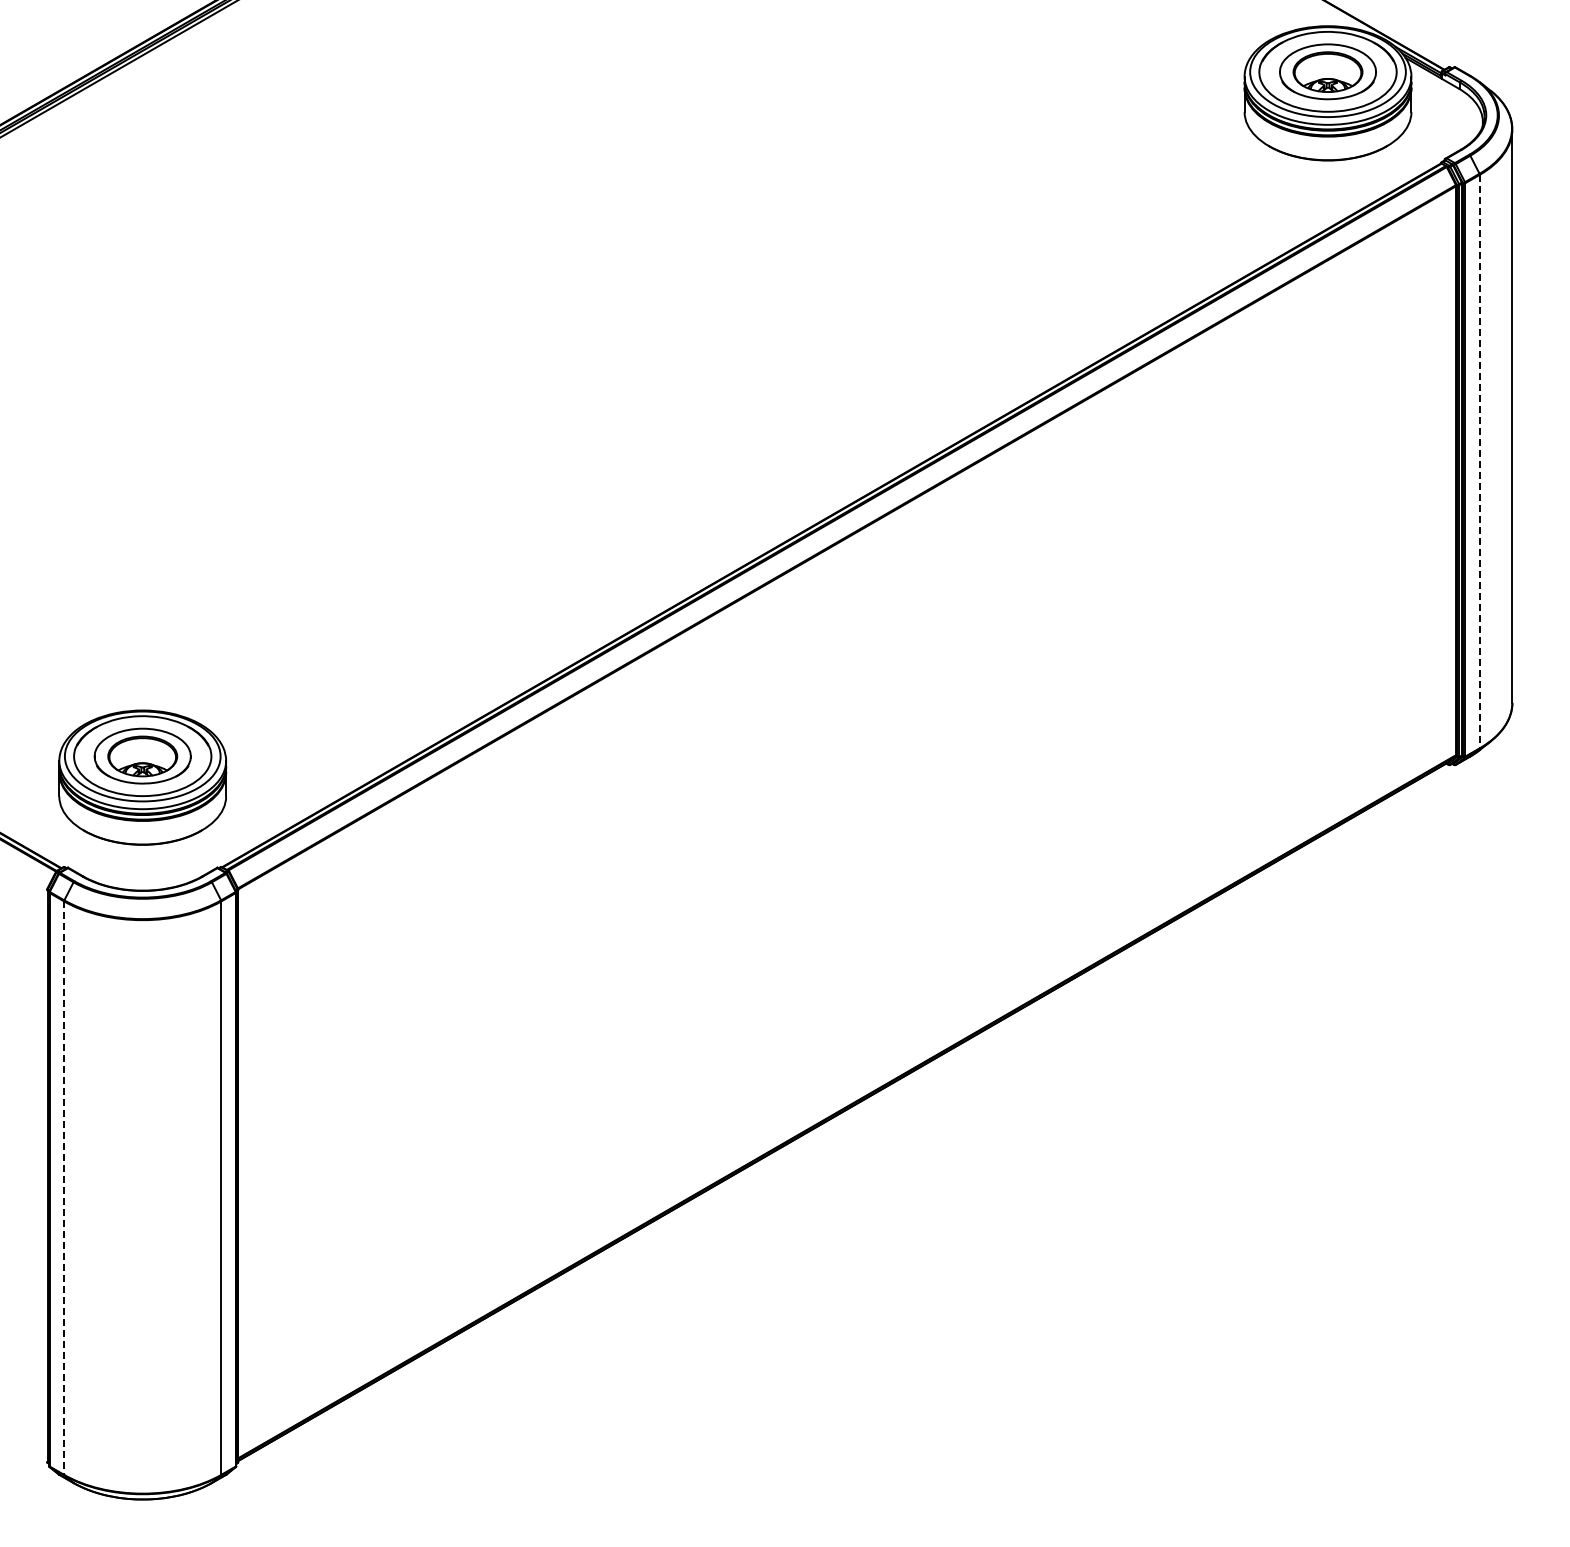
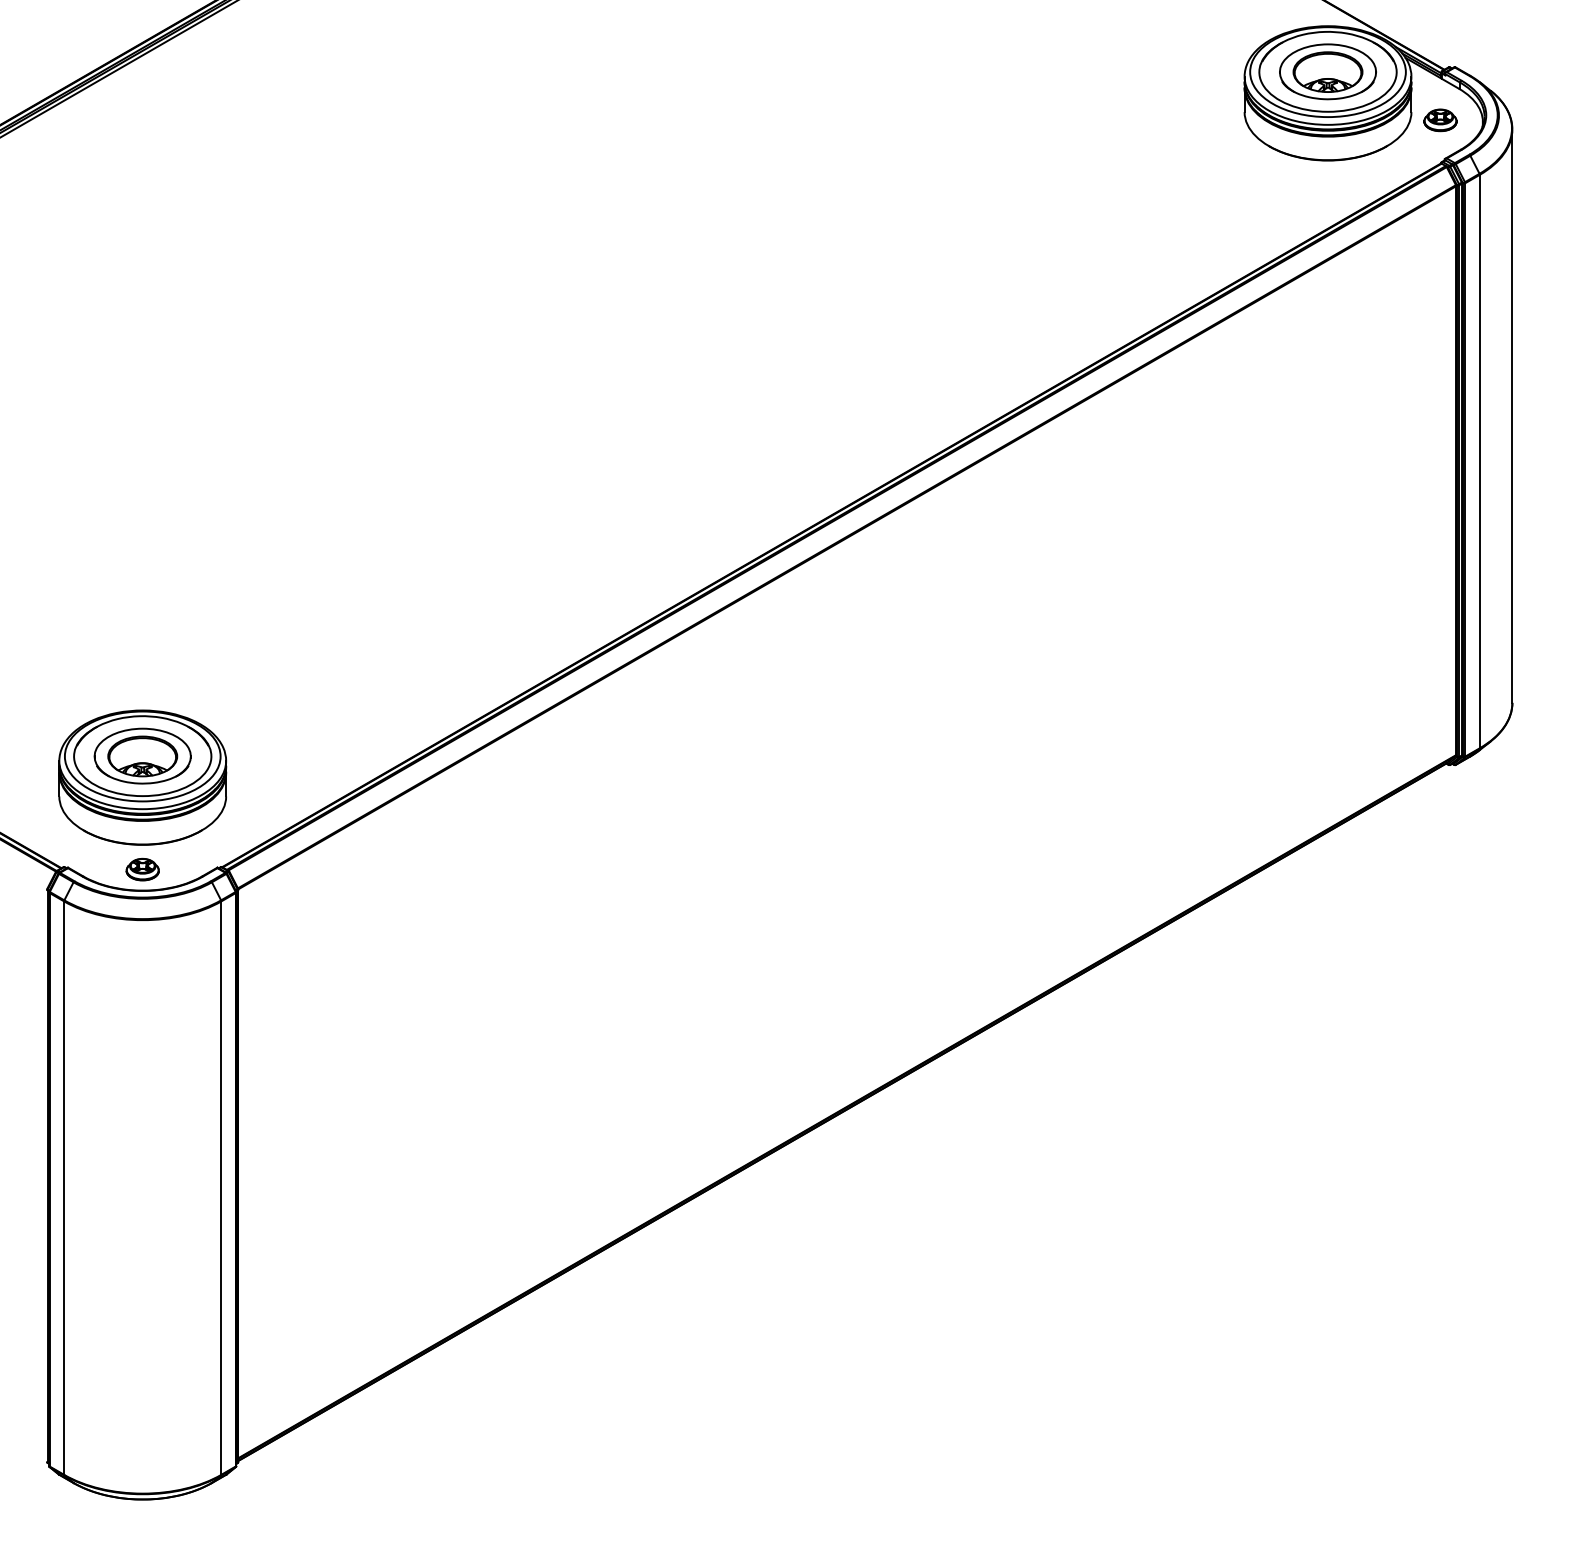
part at (1440, 120): none -> present
line at (1479, 461): dashed -> solid
part at (142, 869): none -> present
line at (64, 1188): dashed -> solid
